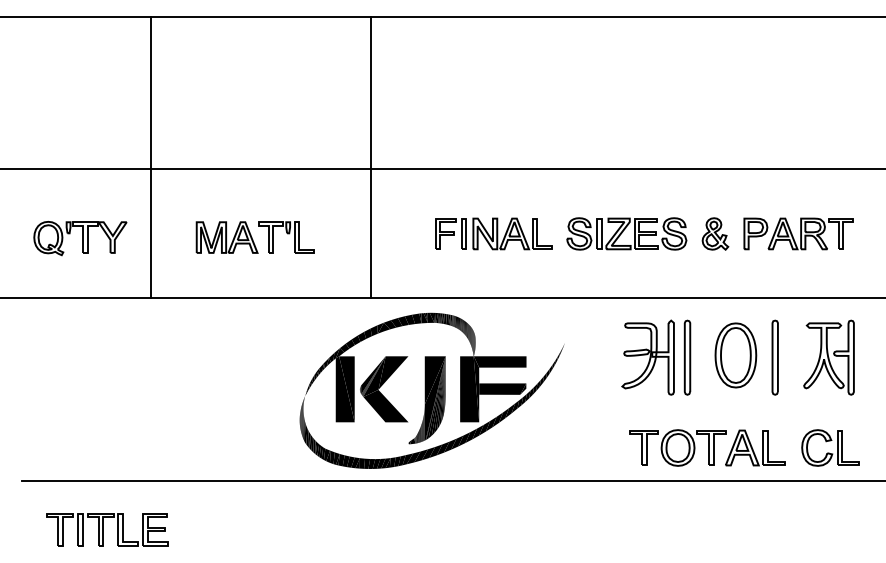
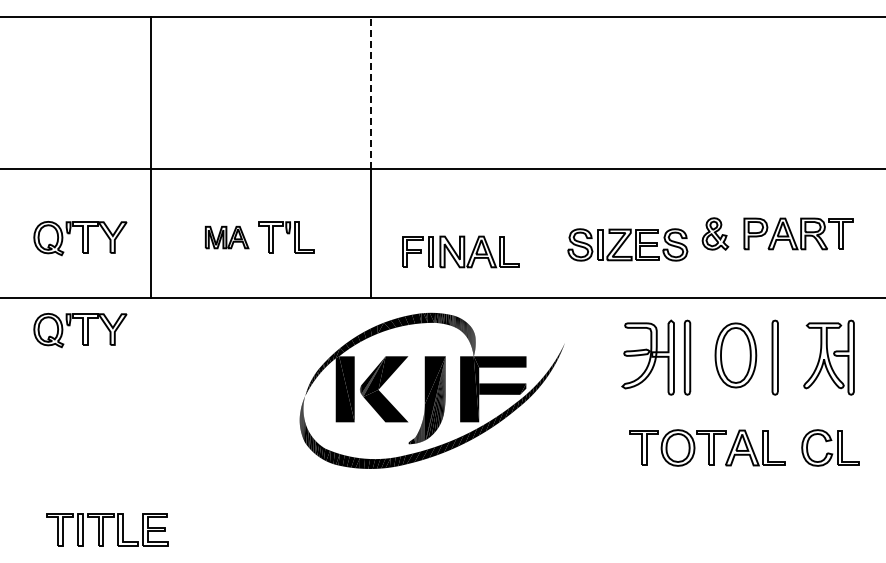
line at (370, 92): solid -> dashed
part at (493, 233) position: (493, 233) -> (460, 251)
part at (626, 233) position: (626, 233) -> (627, 244)
part at (226, 237) size: 64x33 px -> 46x25 px
part at (80, 330): none -> present
line at (452, 481): present -> none
